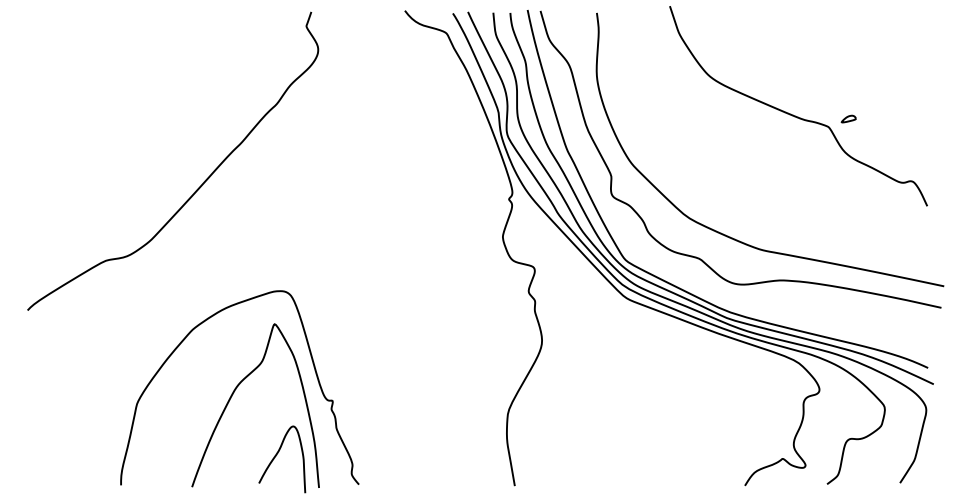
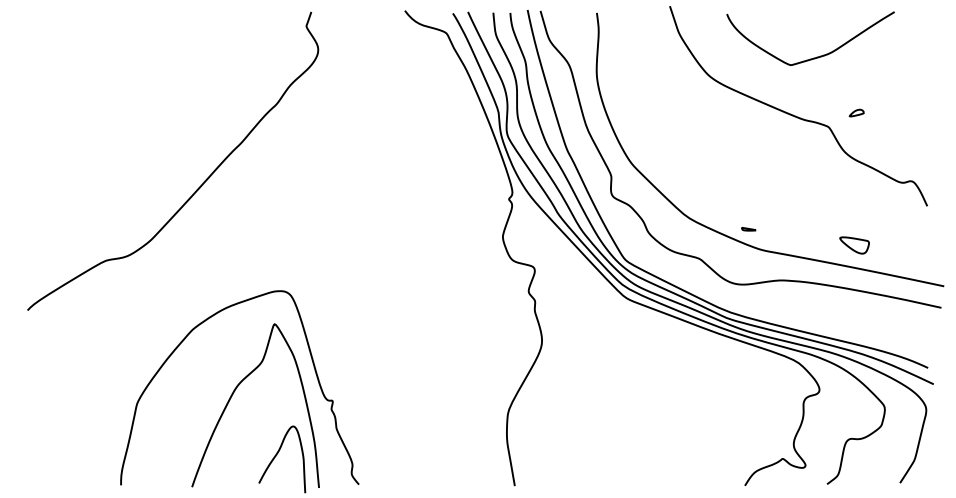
curve at (813, 57): none -> present
part at (848, 118) position: (848, 118) -> (856, 112)
part at (748, 229): none -> present
part at (854, 245): none -> present
